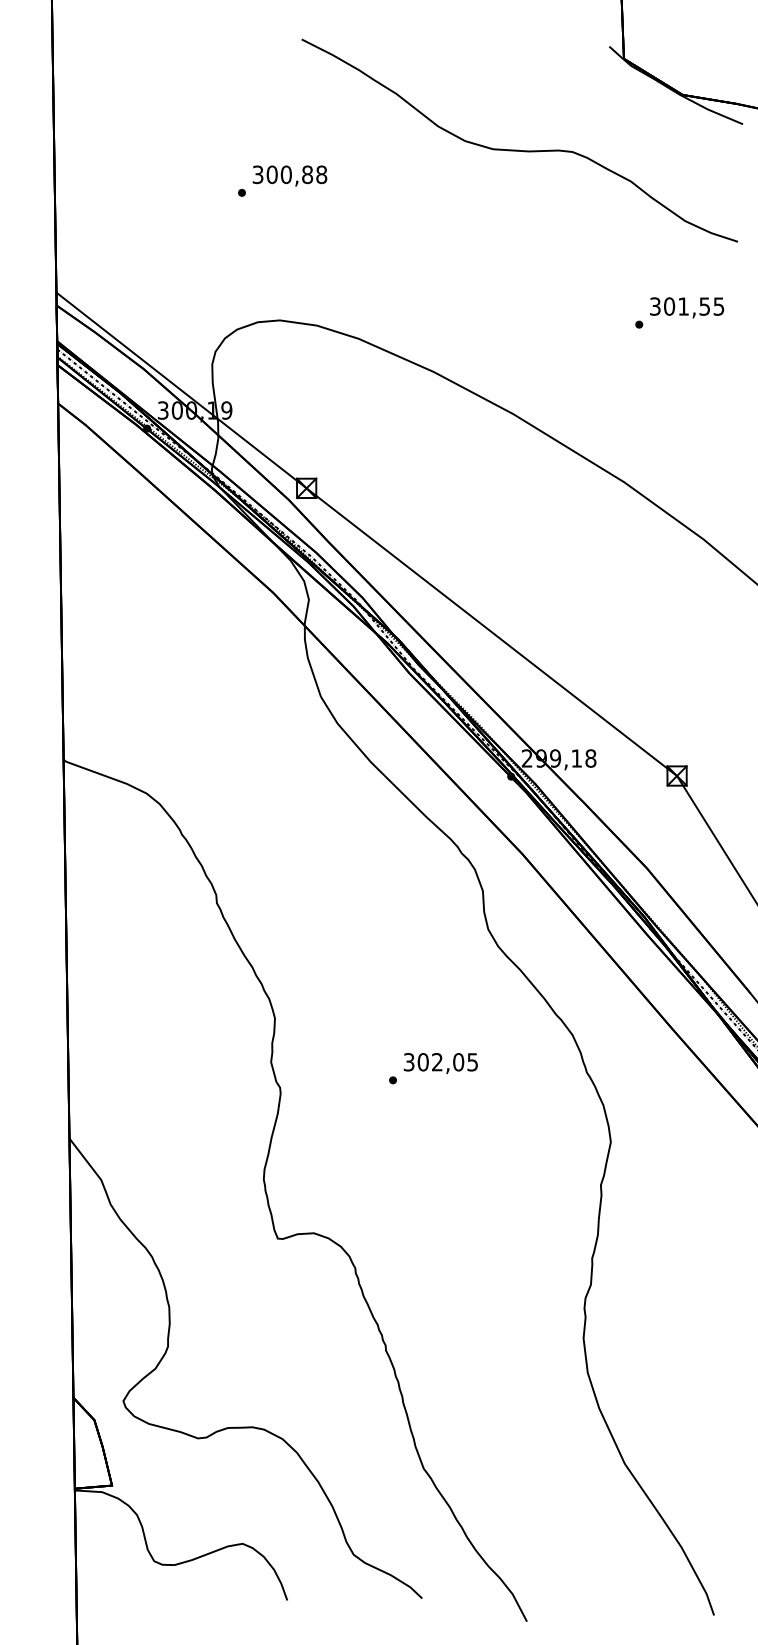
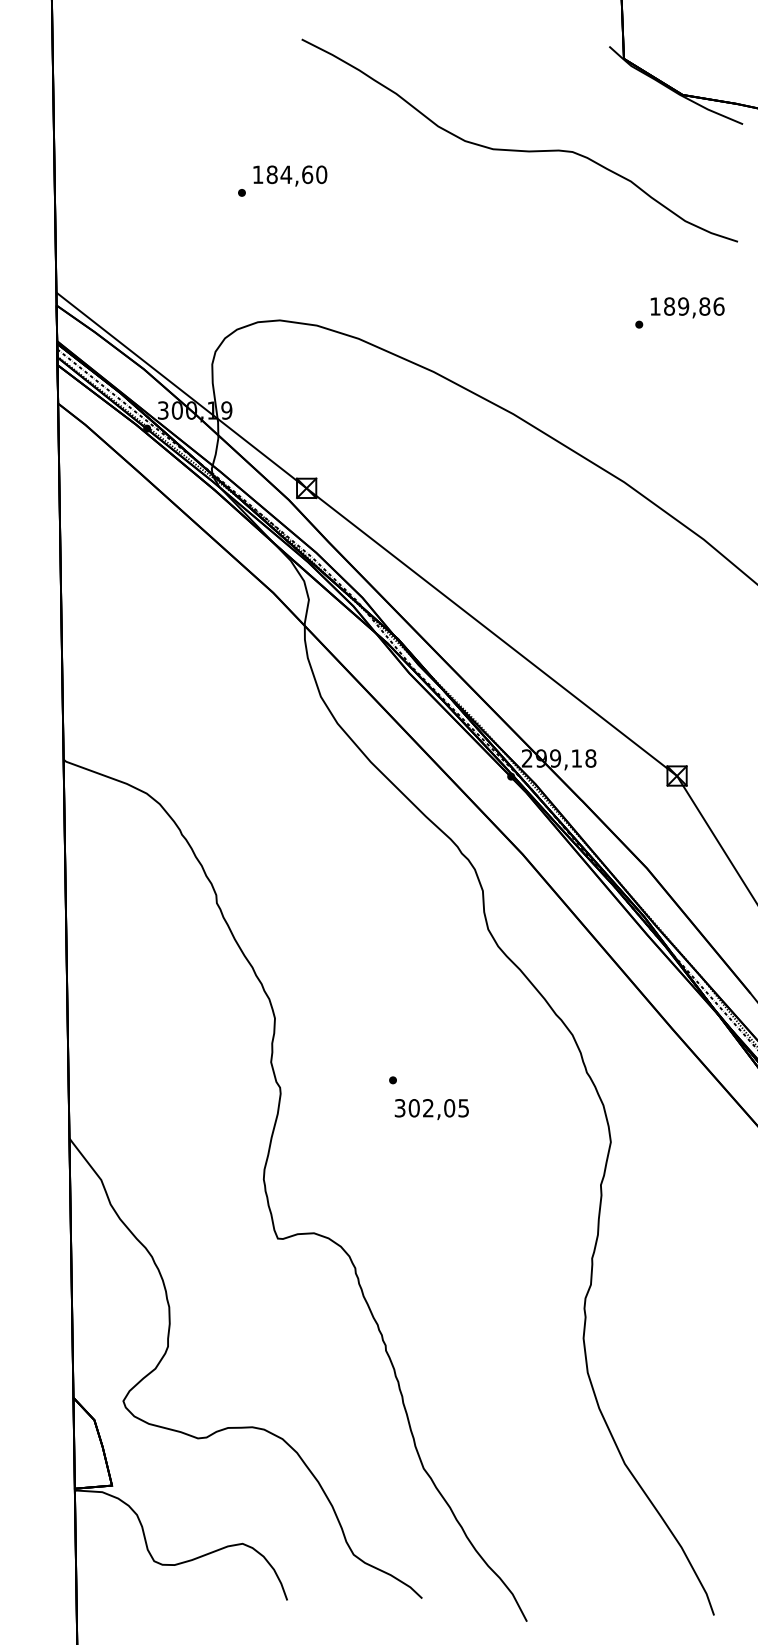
text at (289, 174): 300,88 -> 184,60
text at (687, 306): 301,55 -> 189,86
text at (440, 1063) position: (440, 1063) -> (431, 1109)
